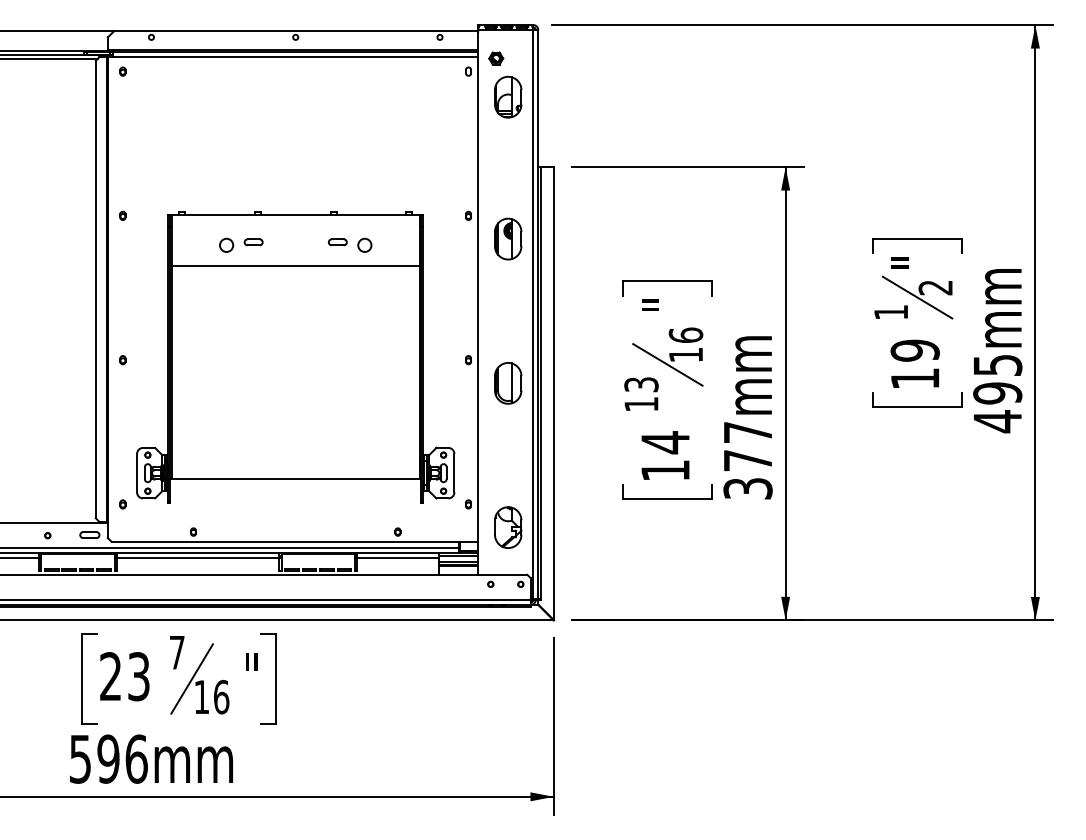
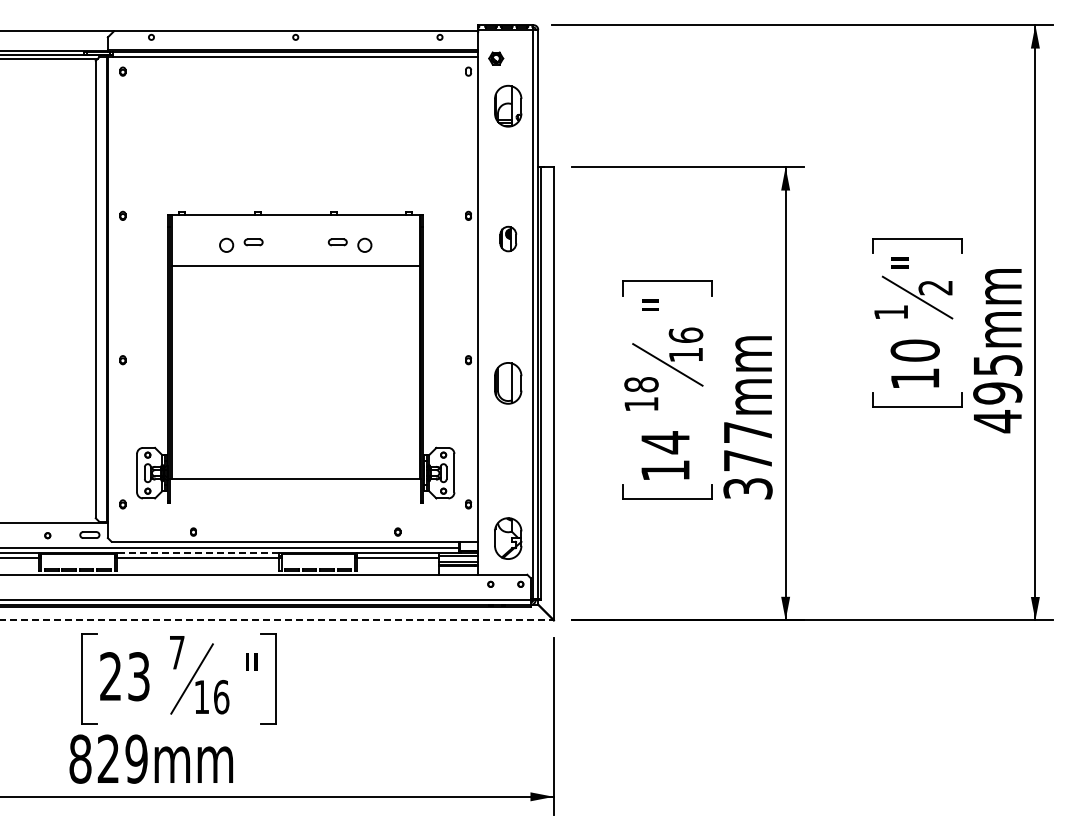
part at (508, 96) position: (508, 96) -> (508, 105)
part at (508, 238) size: 29x44 px -> 19x28 px
text at (914, 350): 19 -> 10
text at (641, 384): 13 -> 18
part at (508, 527) position: (508, 527) -> (508, 538)
line at (197, 553): solid -> dashed
line at (276, 620): solid -> dashed
text at (108, 758): 596mm -> 829mm
